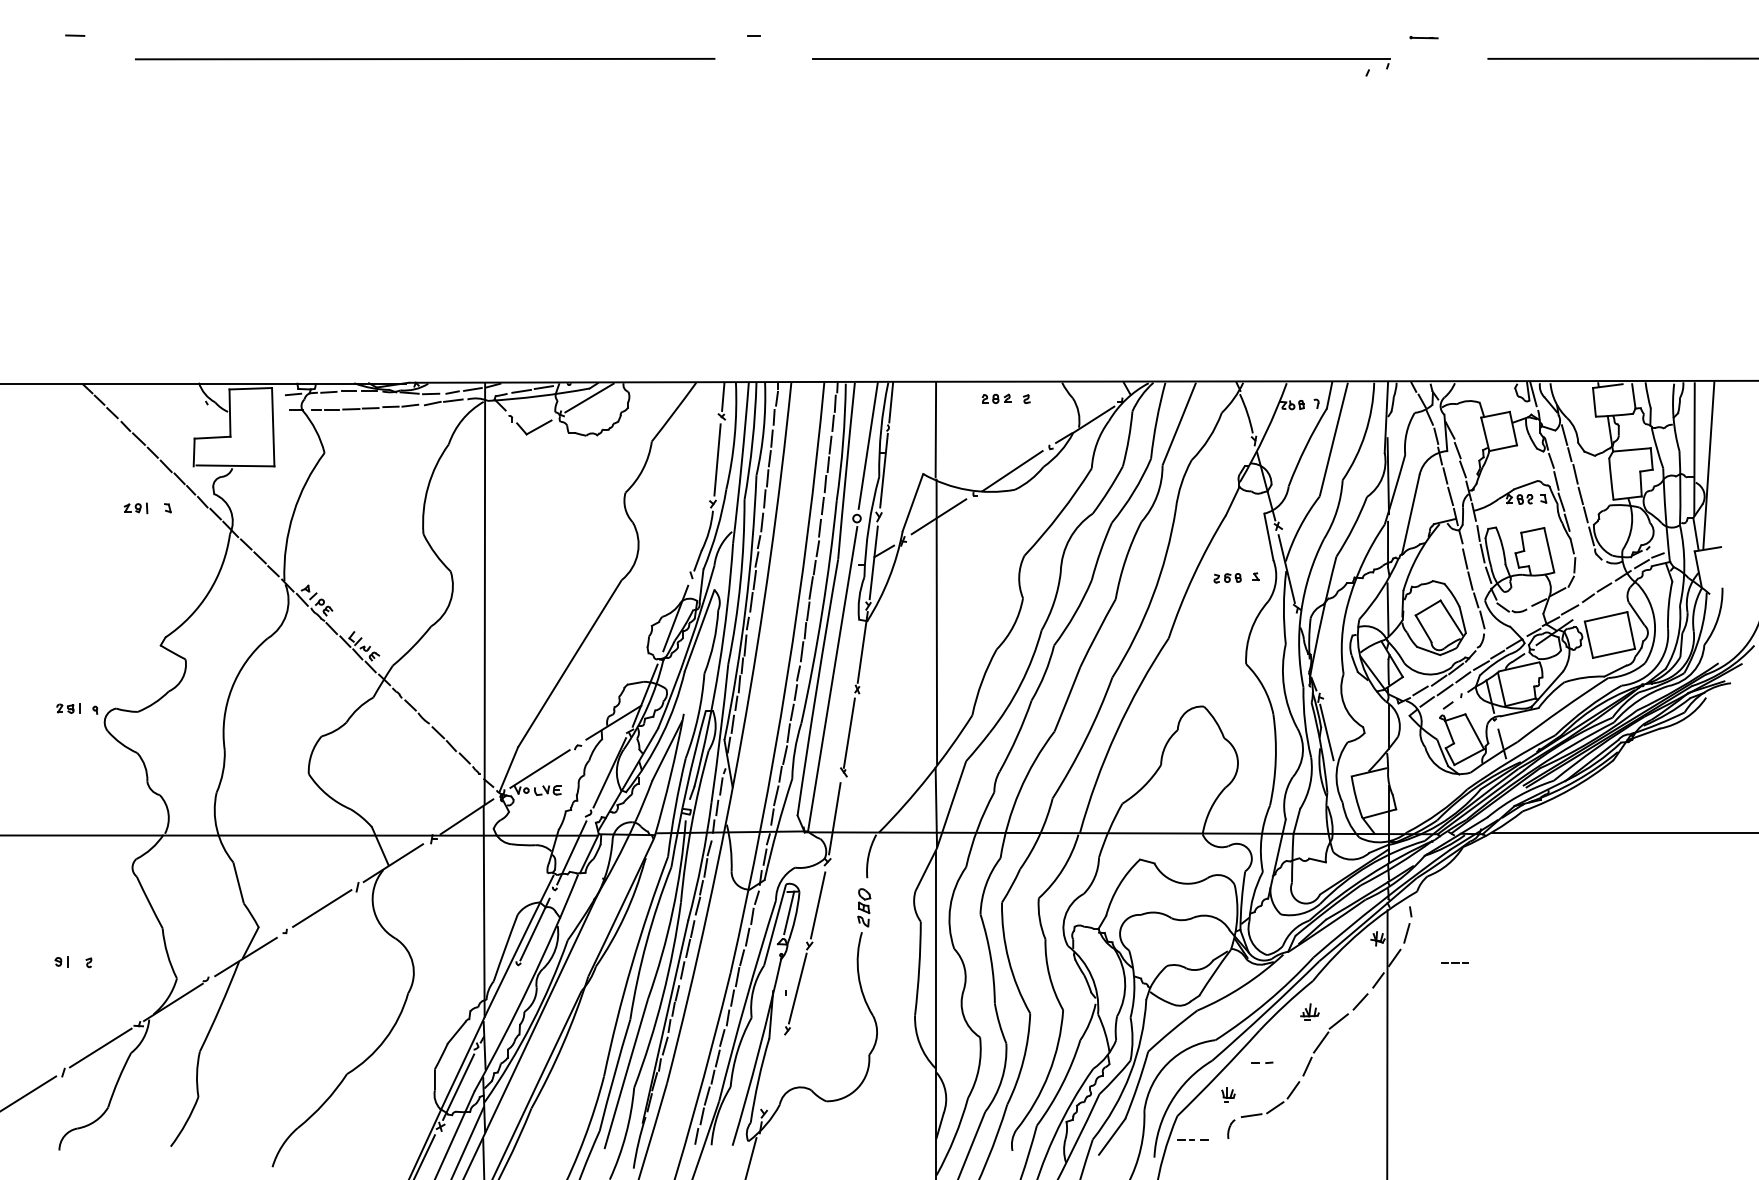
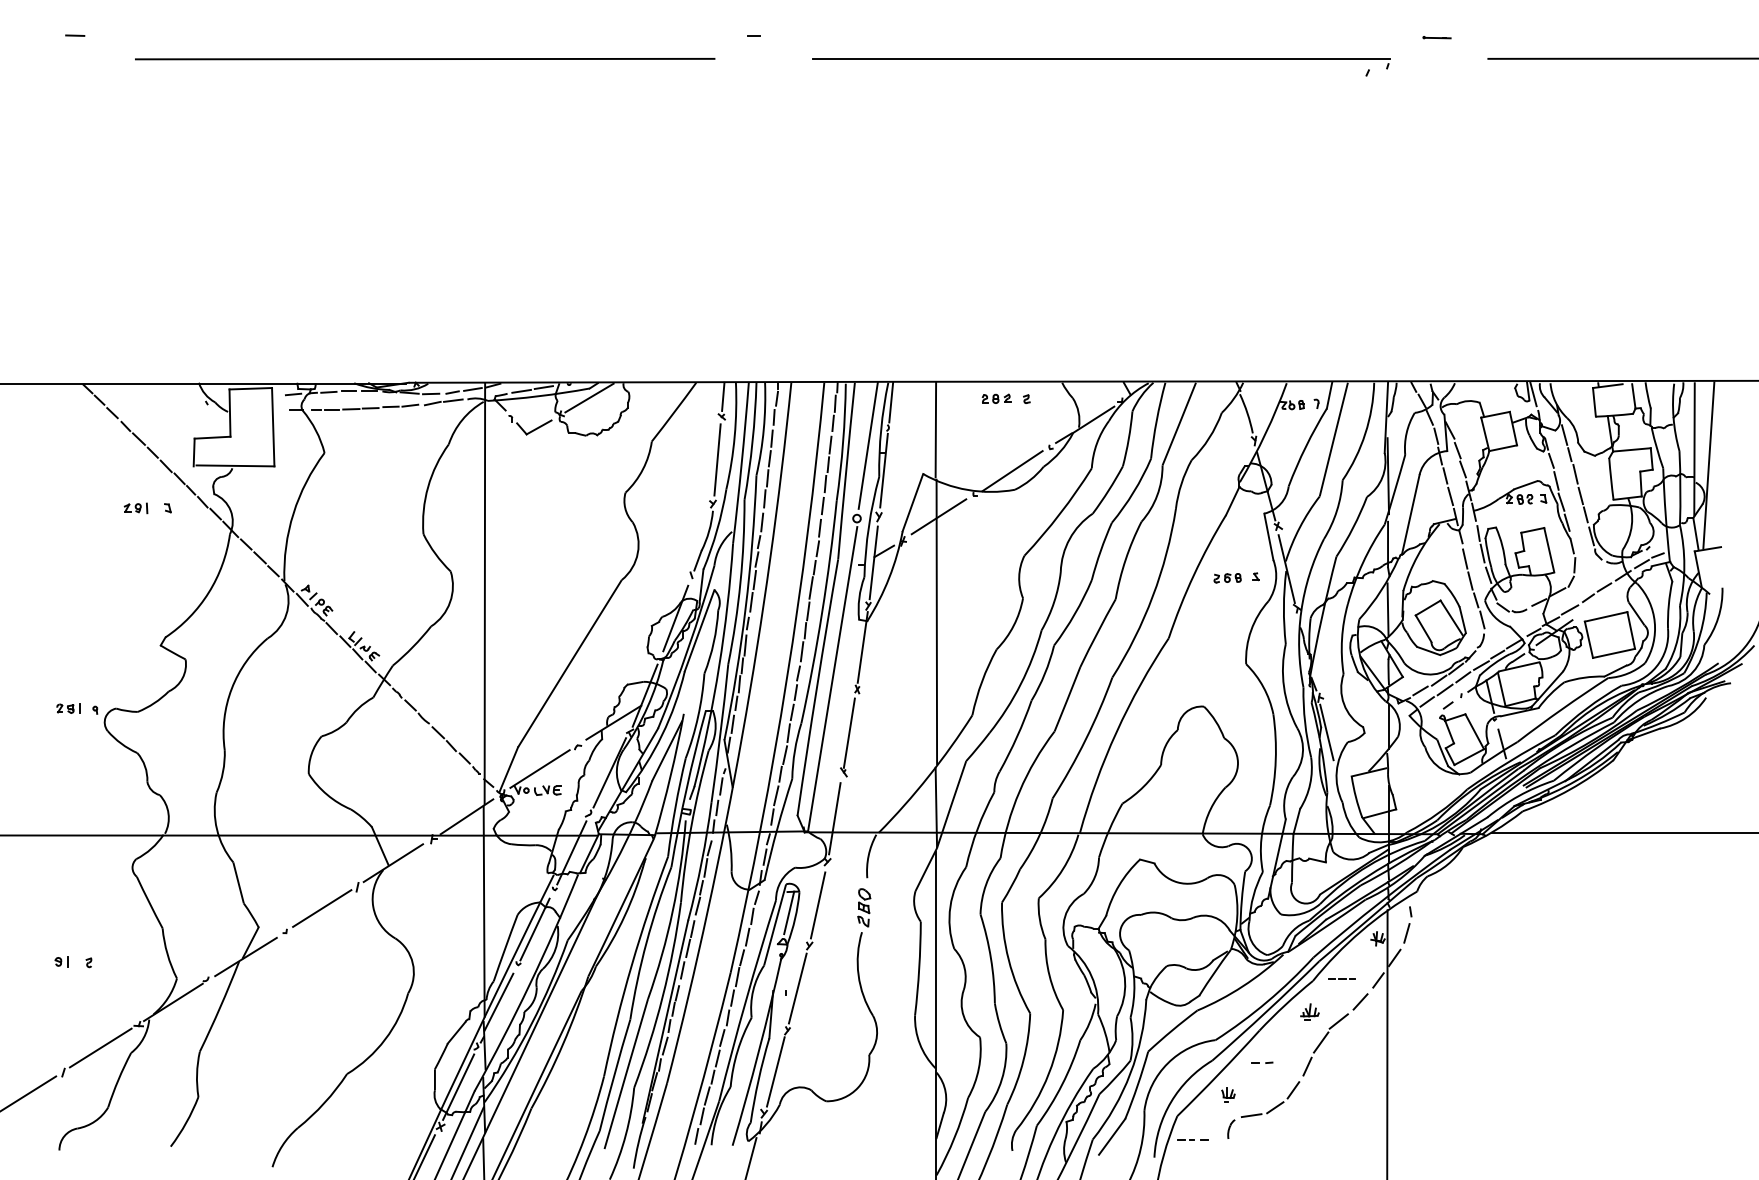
line at (1423, 37) position: (1423, 37) -> (1436, 37)
line at (1454, 962) position: (1454, 962) -> (1341, 978)
line at (498, 1001): none -> present
line at (775, 1071): none -> present
